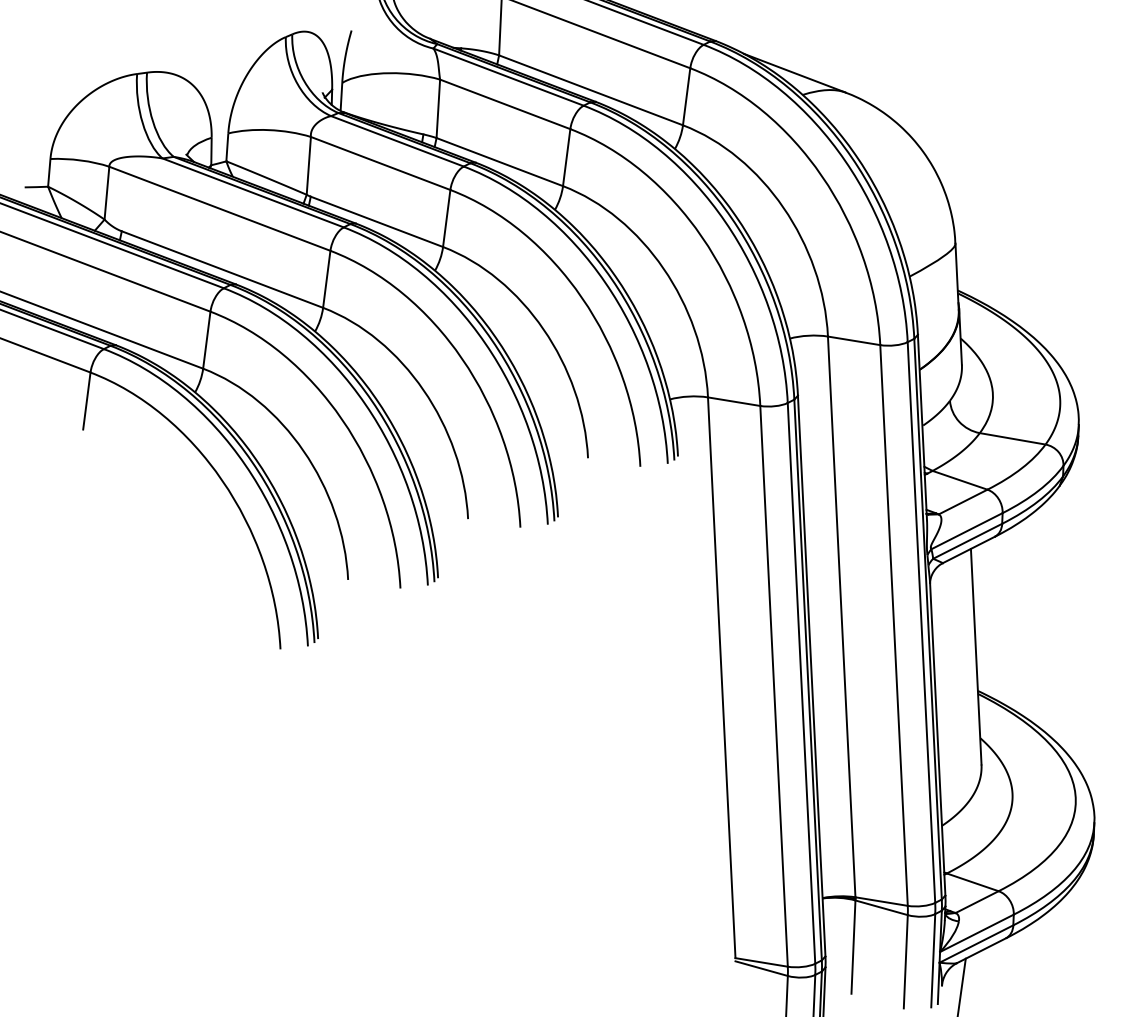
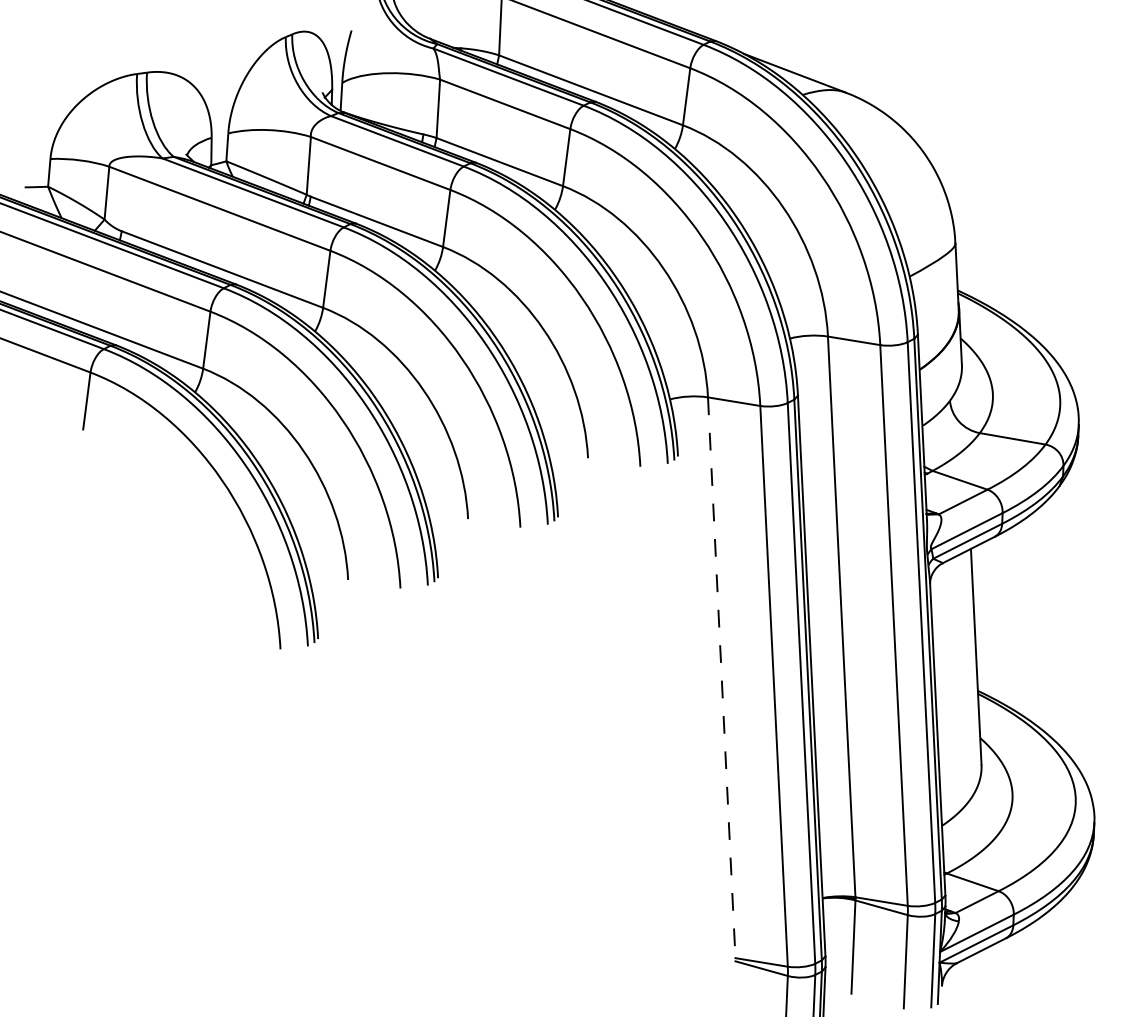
line at (721, 677): solid -> dashed
line at (961, 985): present -> none
